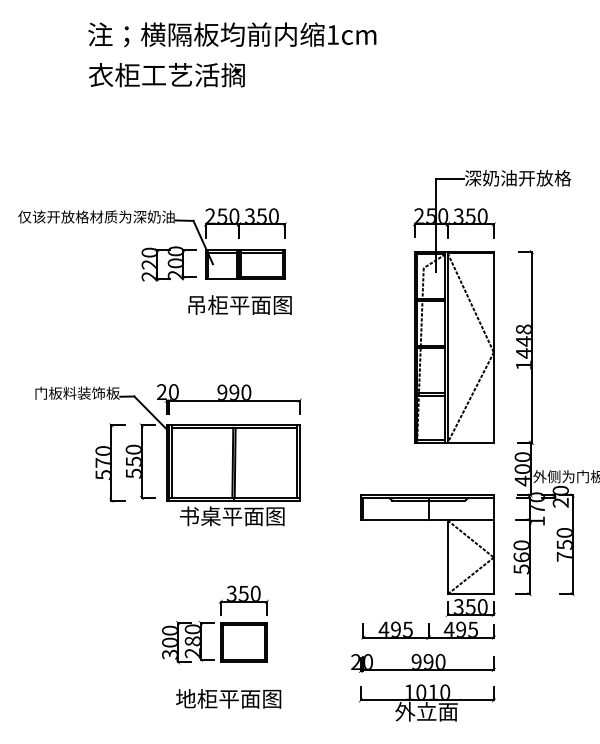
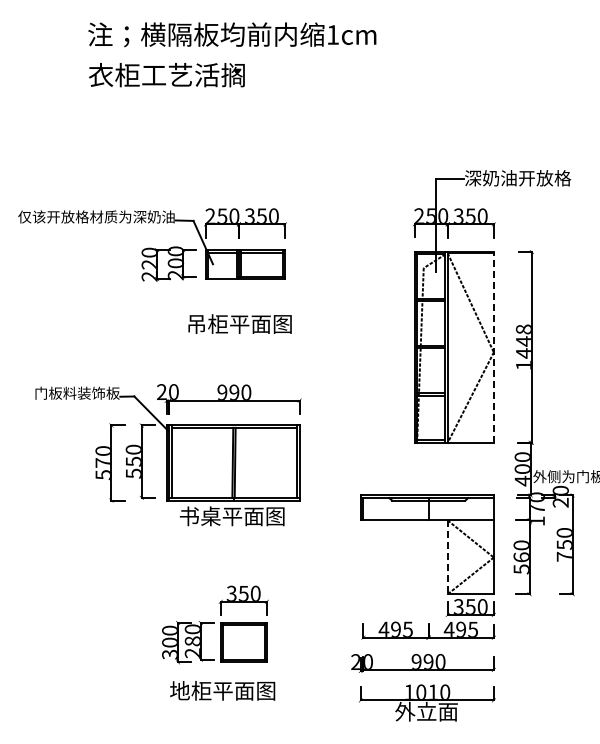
text at (239, 304) position: (239, 304) -> (239, 323)
line at (493, 346): solid -> dashed
line at (447, 557): solid -> dashed
text at (228, 698) position: (228, 698) -> (222, 690)
